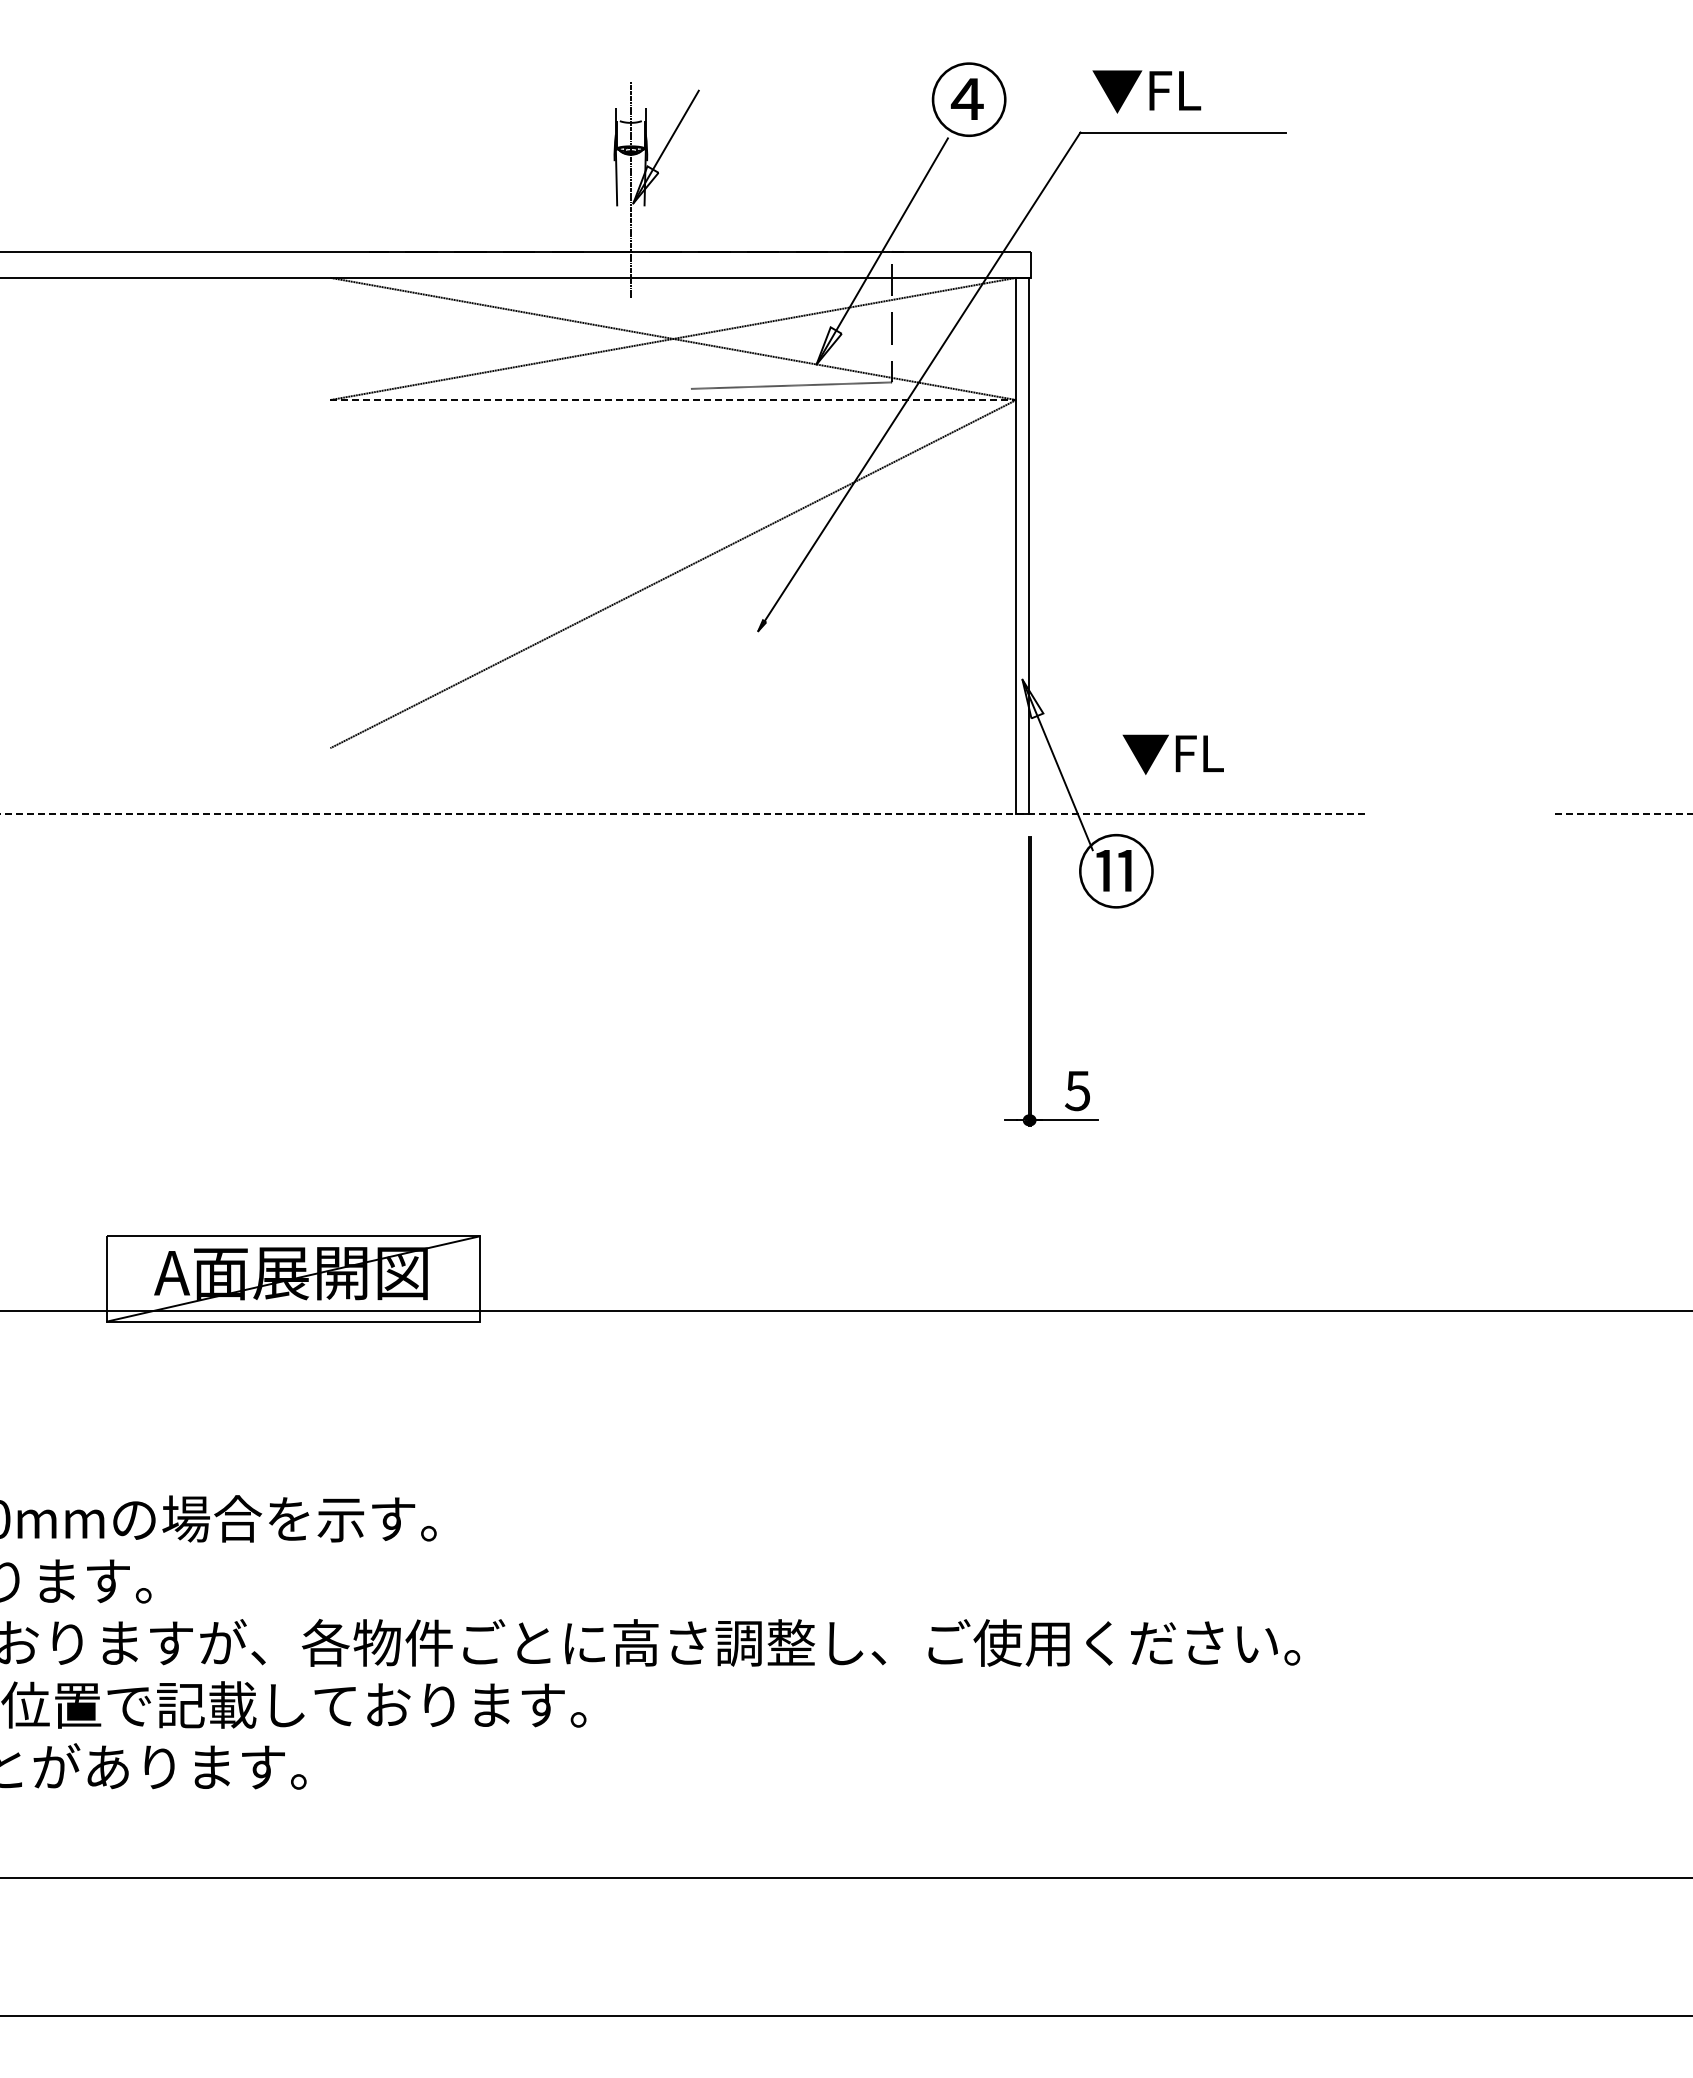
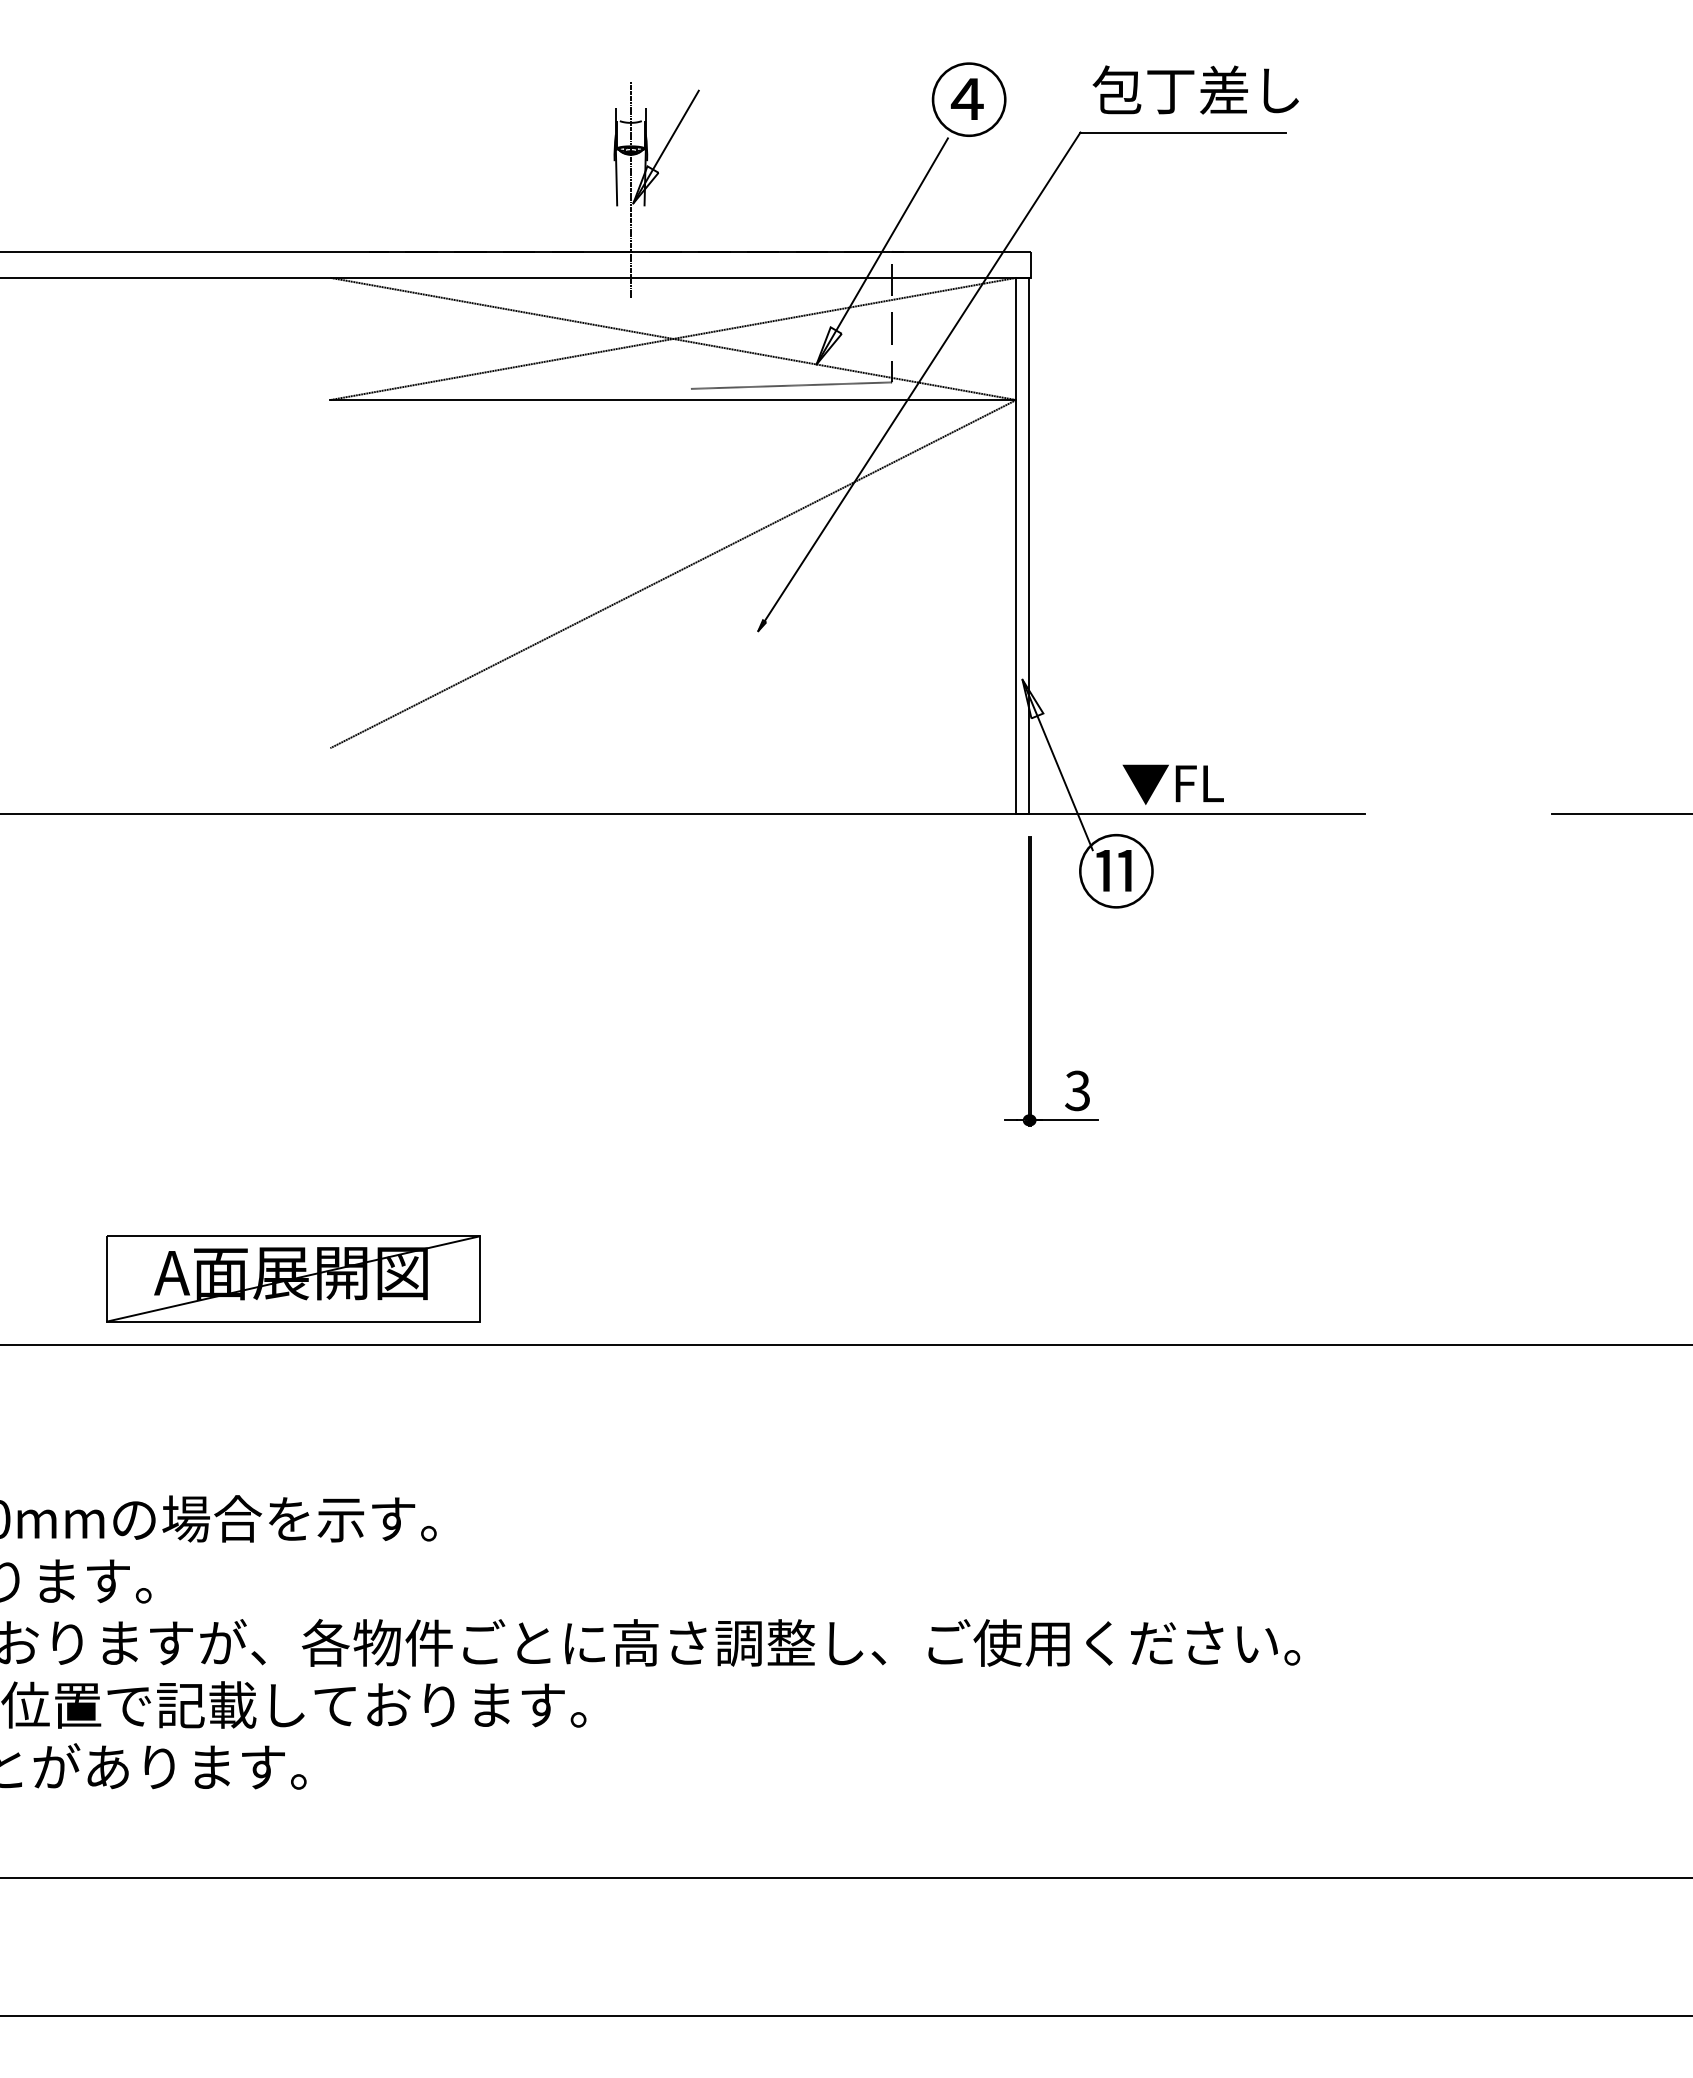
text at (1195, 89): ▼FL -> 包丁差し
line at (673, 400): dashed -> solid
text at (1172, 754) position: (1172, 754) -> (1172, 784)
line at (681, 813): dashed -> solid
line at (1622, 813): dashed -> solid
text at (1077, 1090): 5 -> 3
line at (845, 1310) position: (845, 1310) -> (845, 1344)
